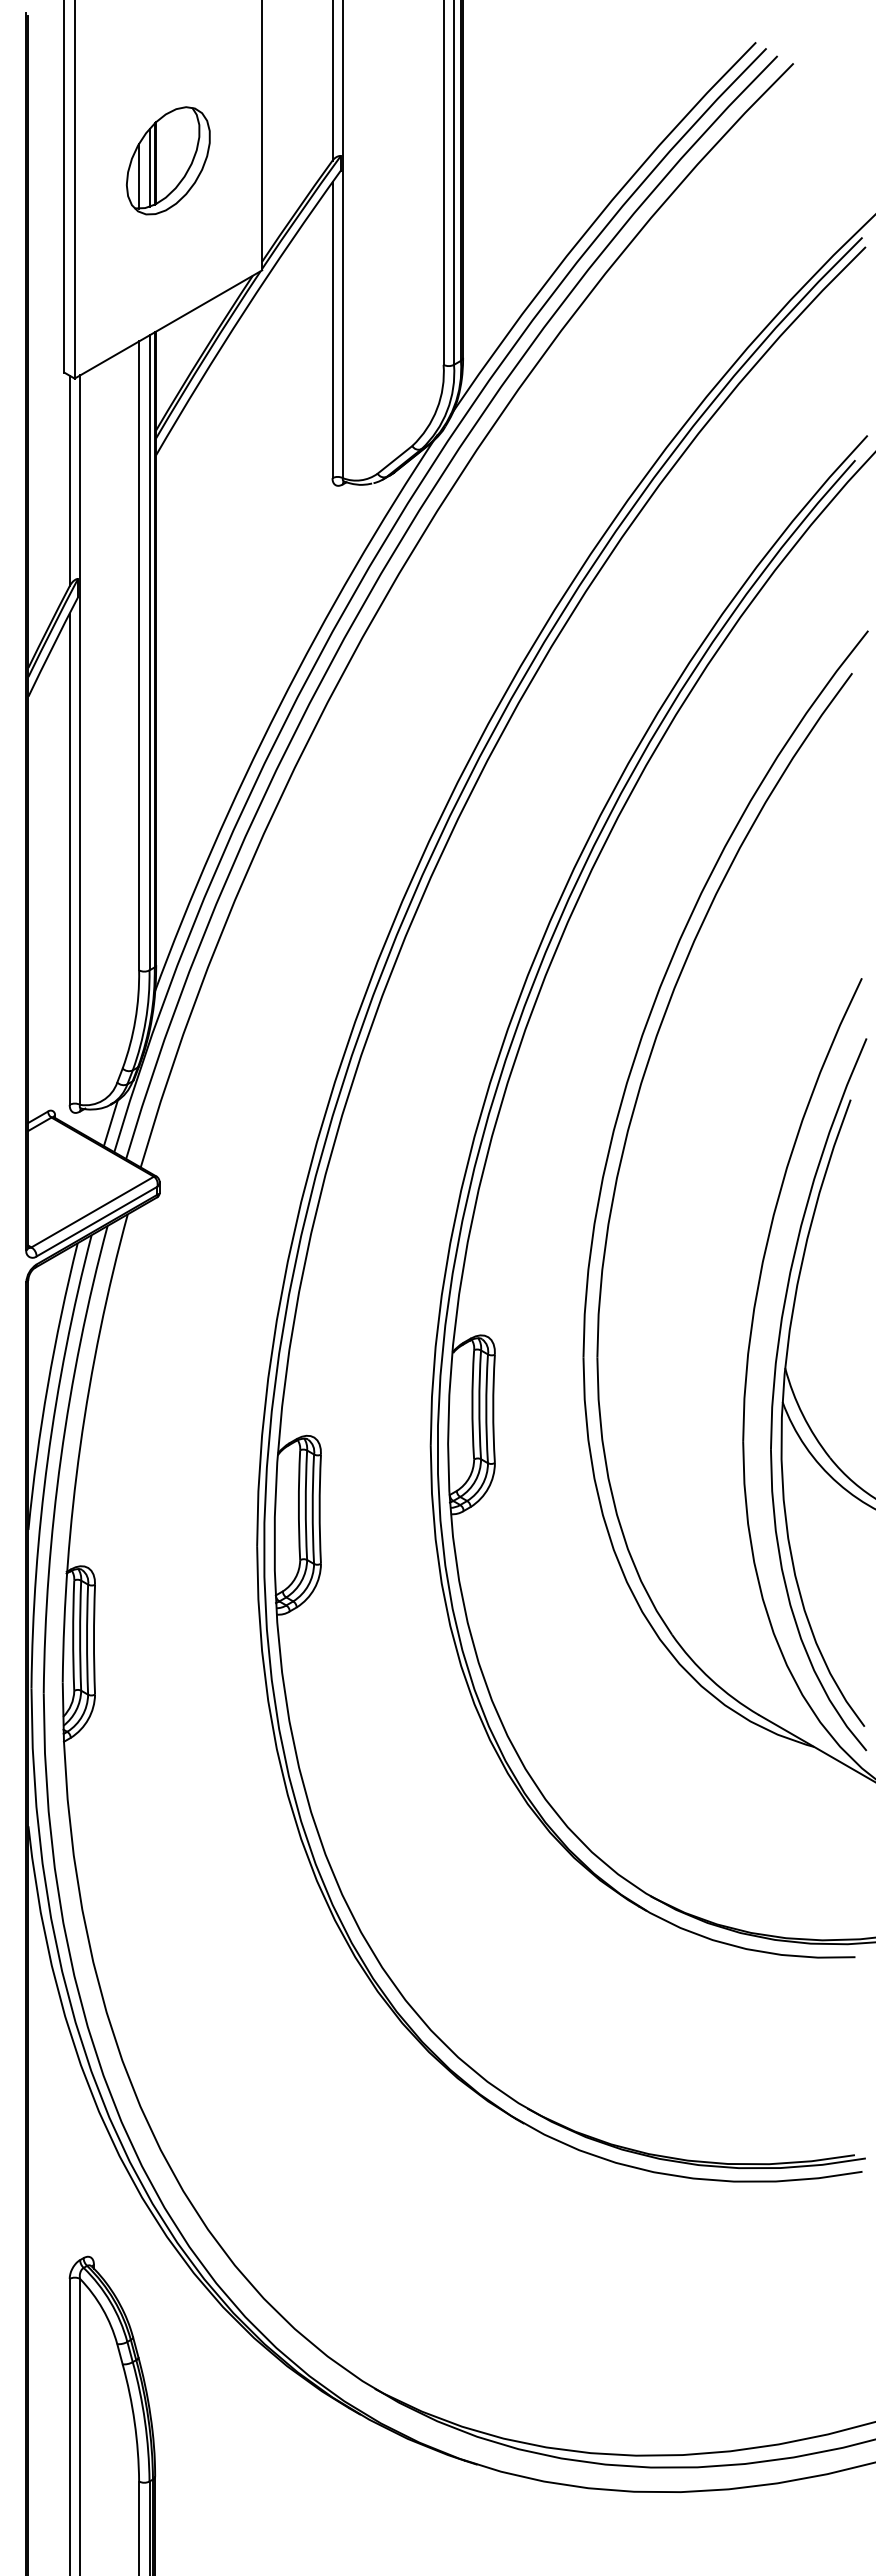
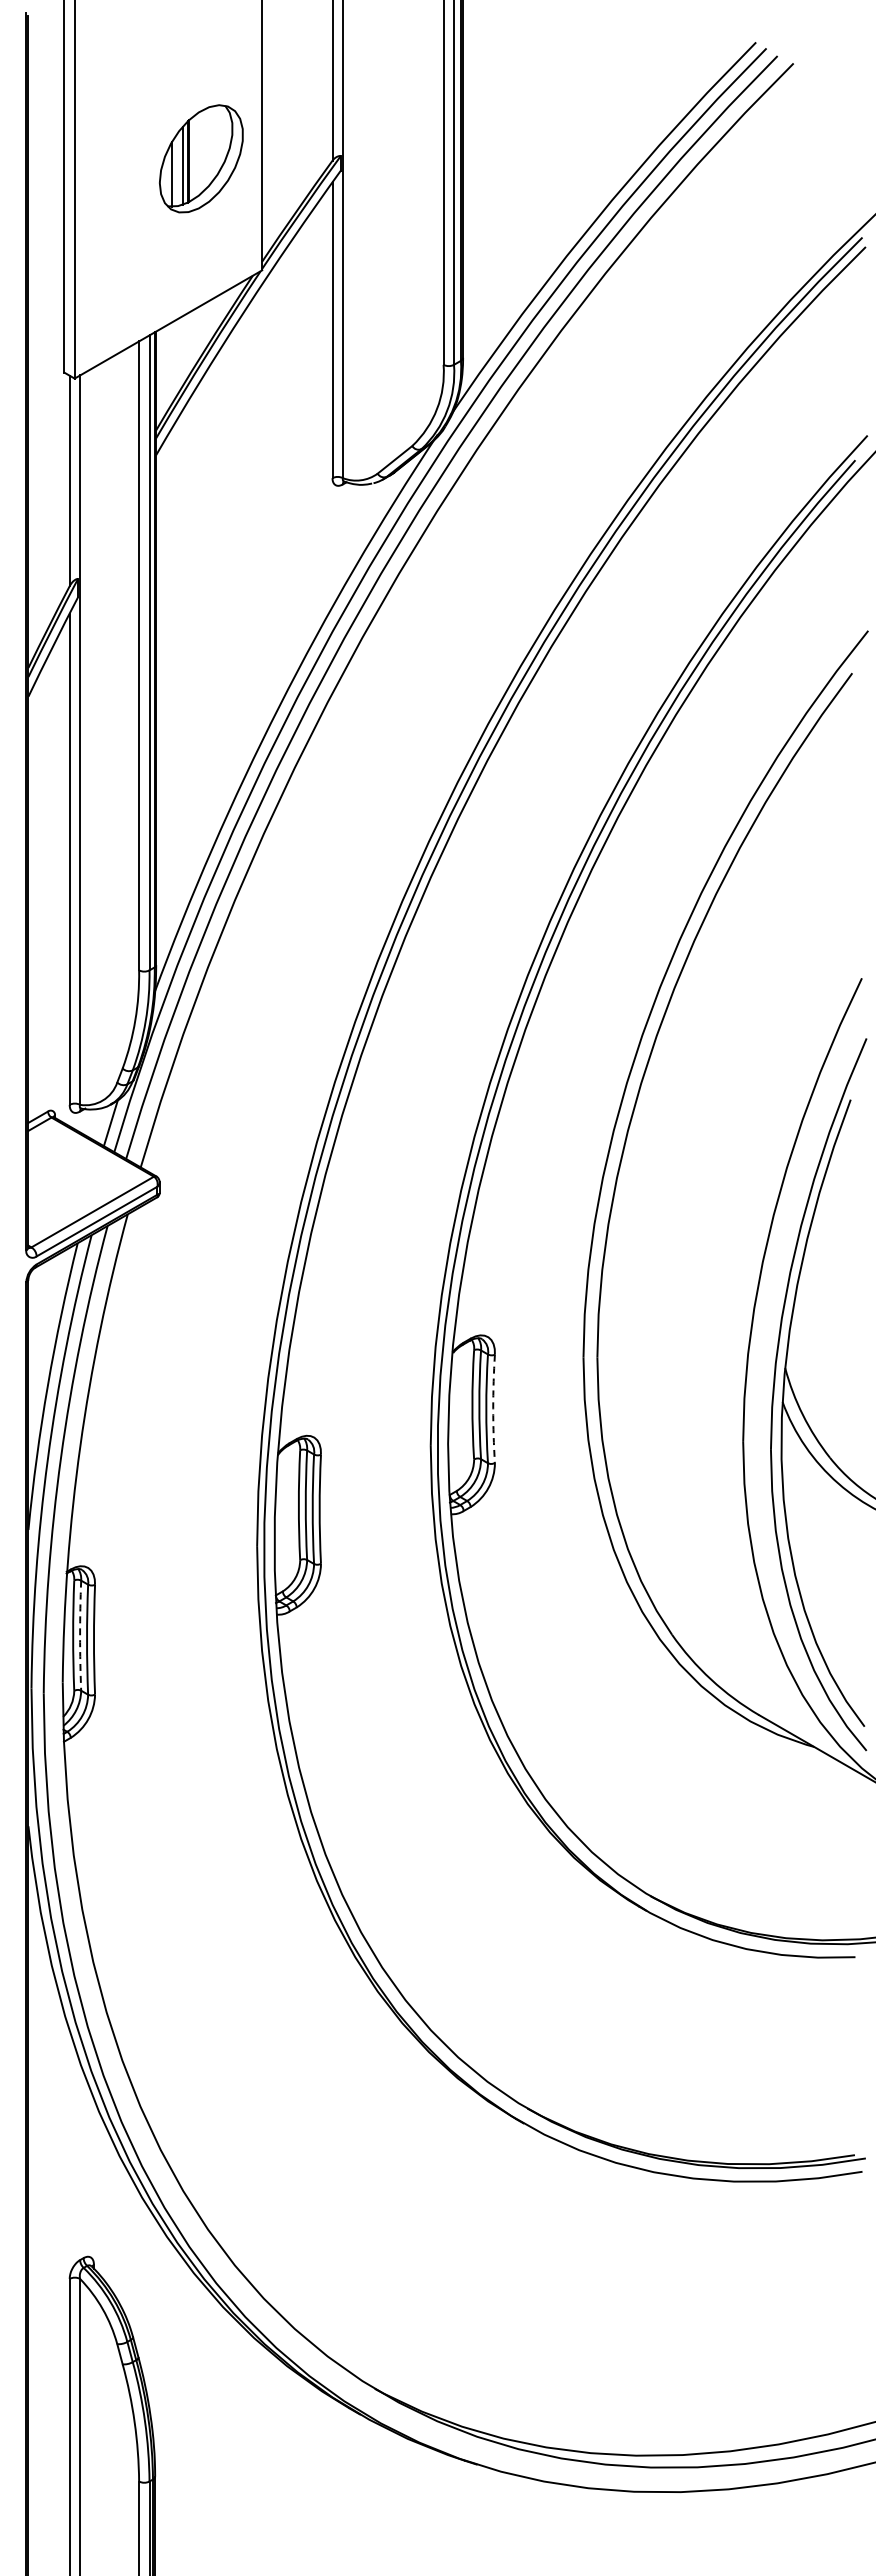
part at (168, 160) position: (168, 160) -> (201, 158)
arc at (493, 1408): solid -> dashed
arc at (80, 1635): solid -> dashed
